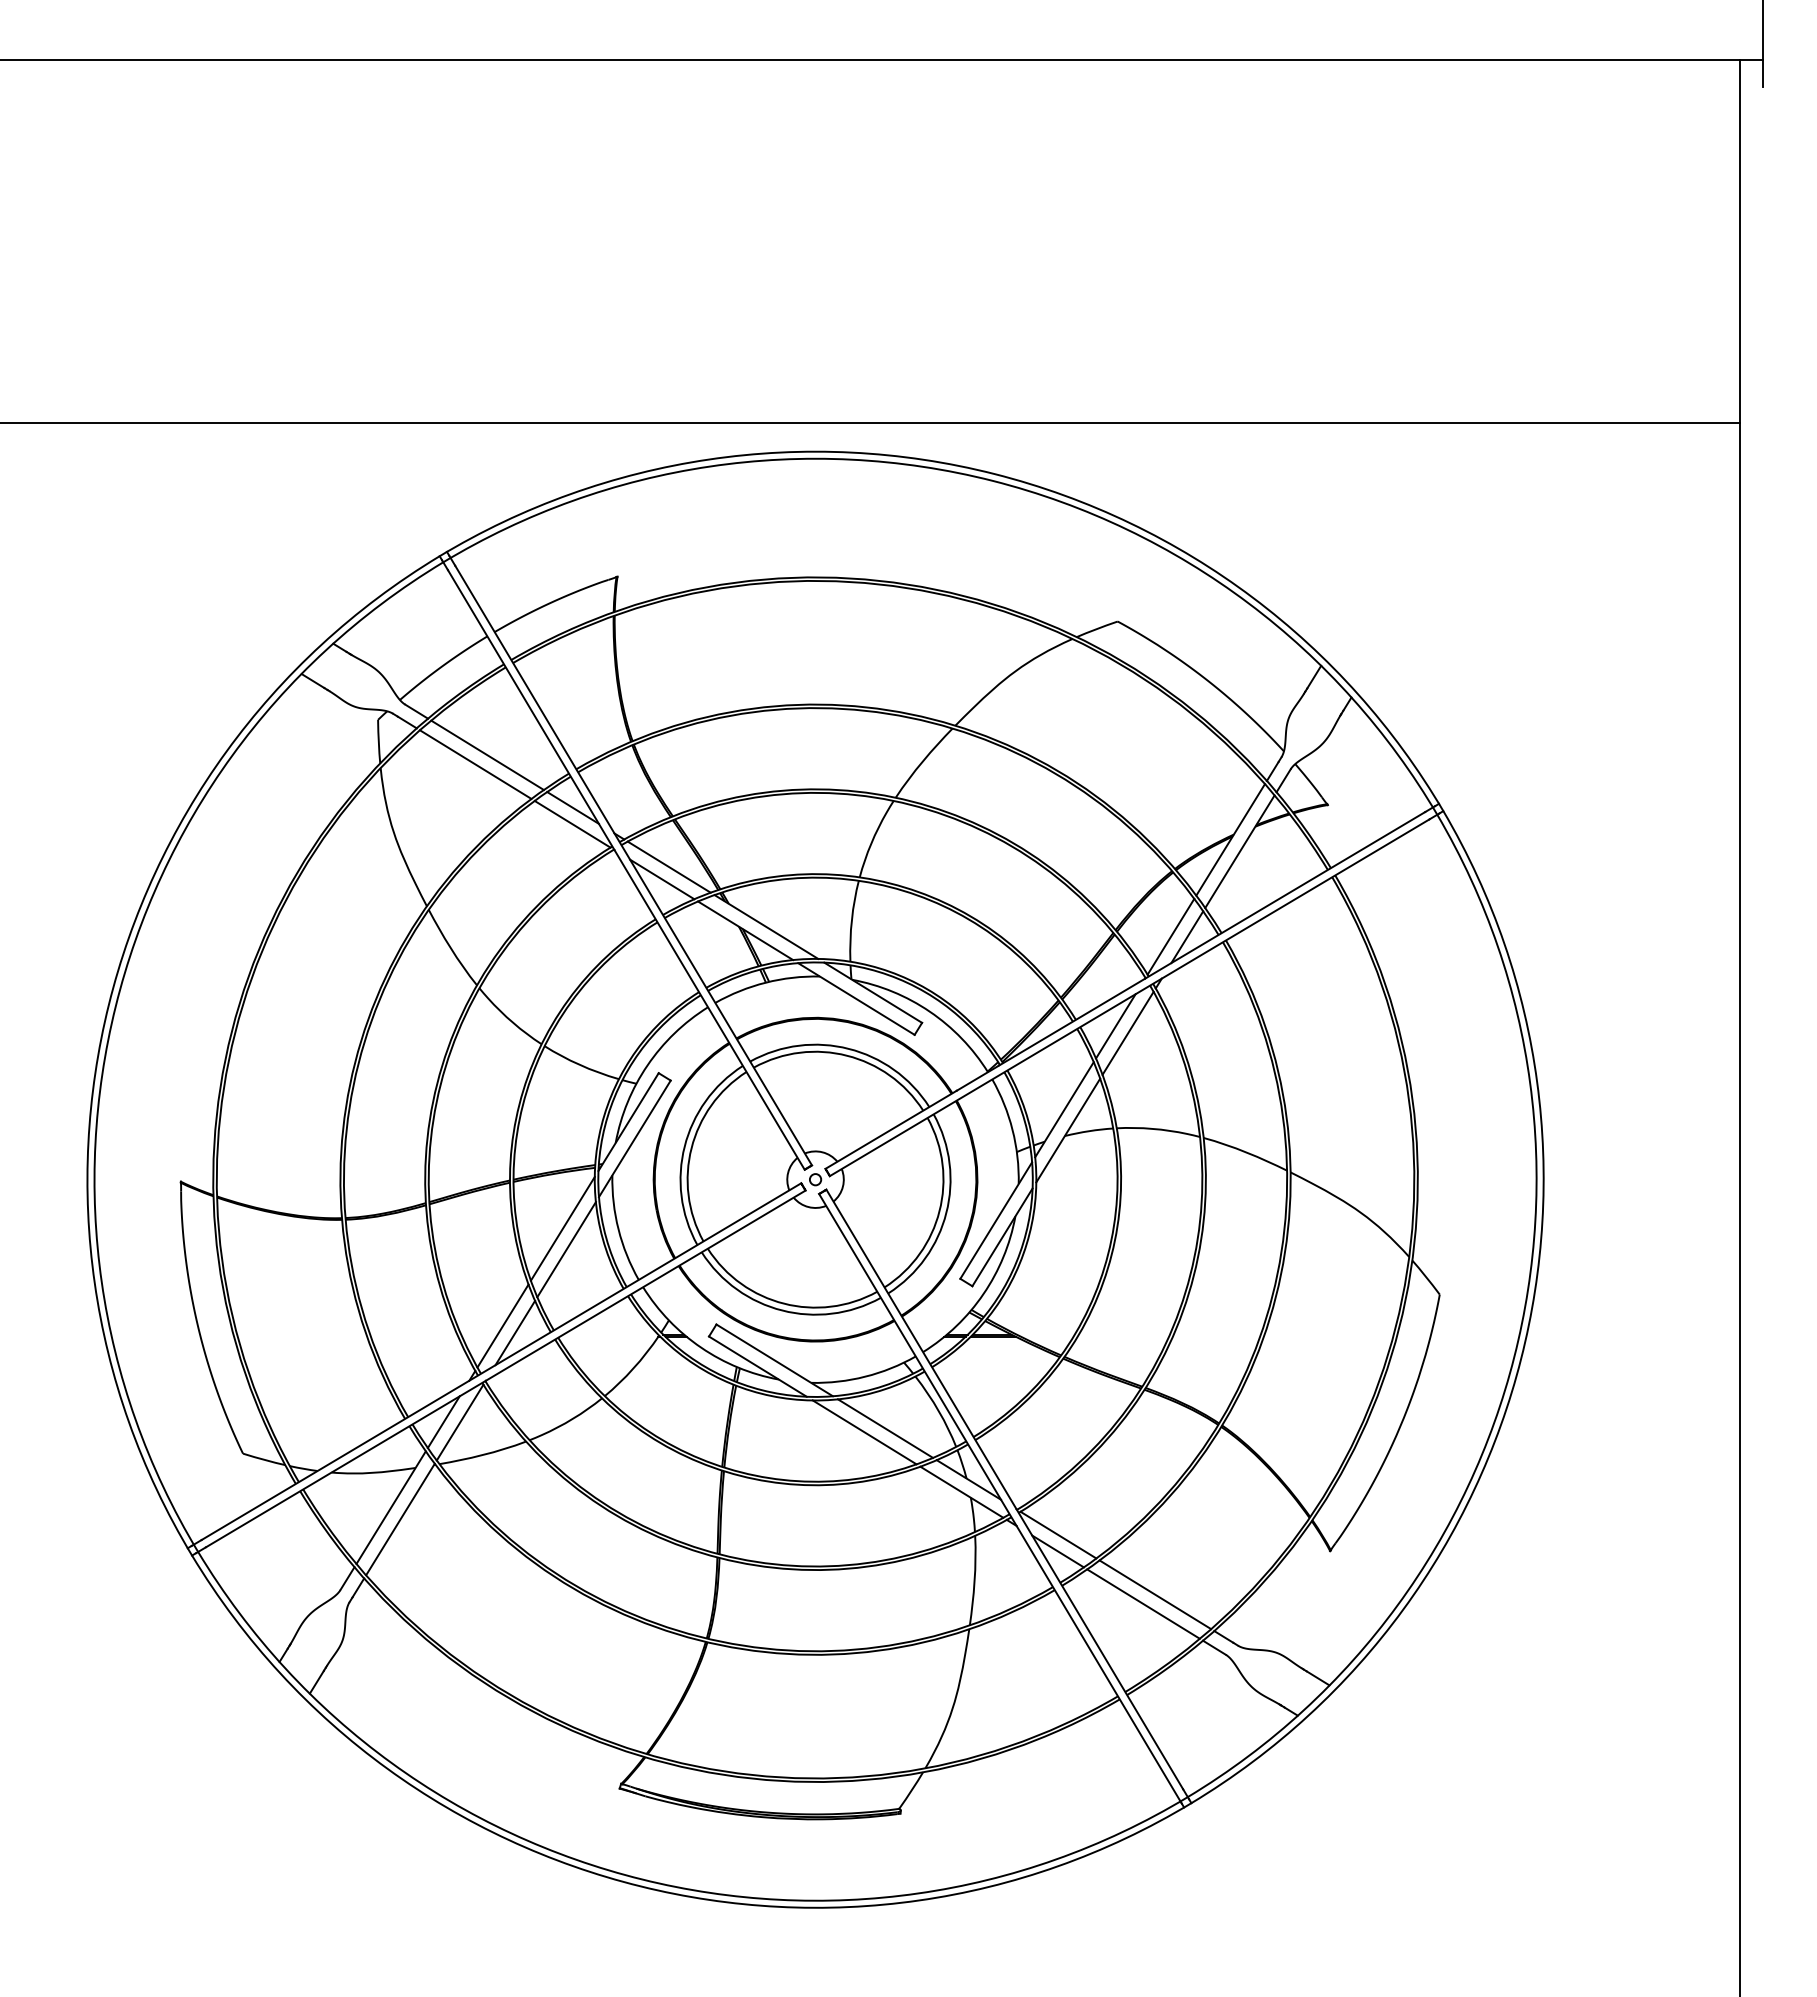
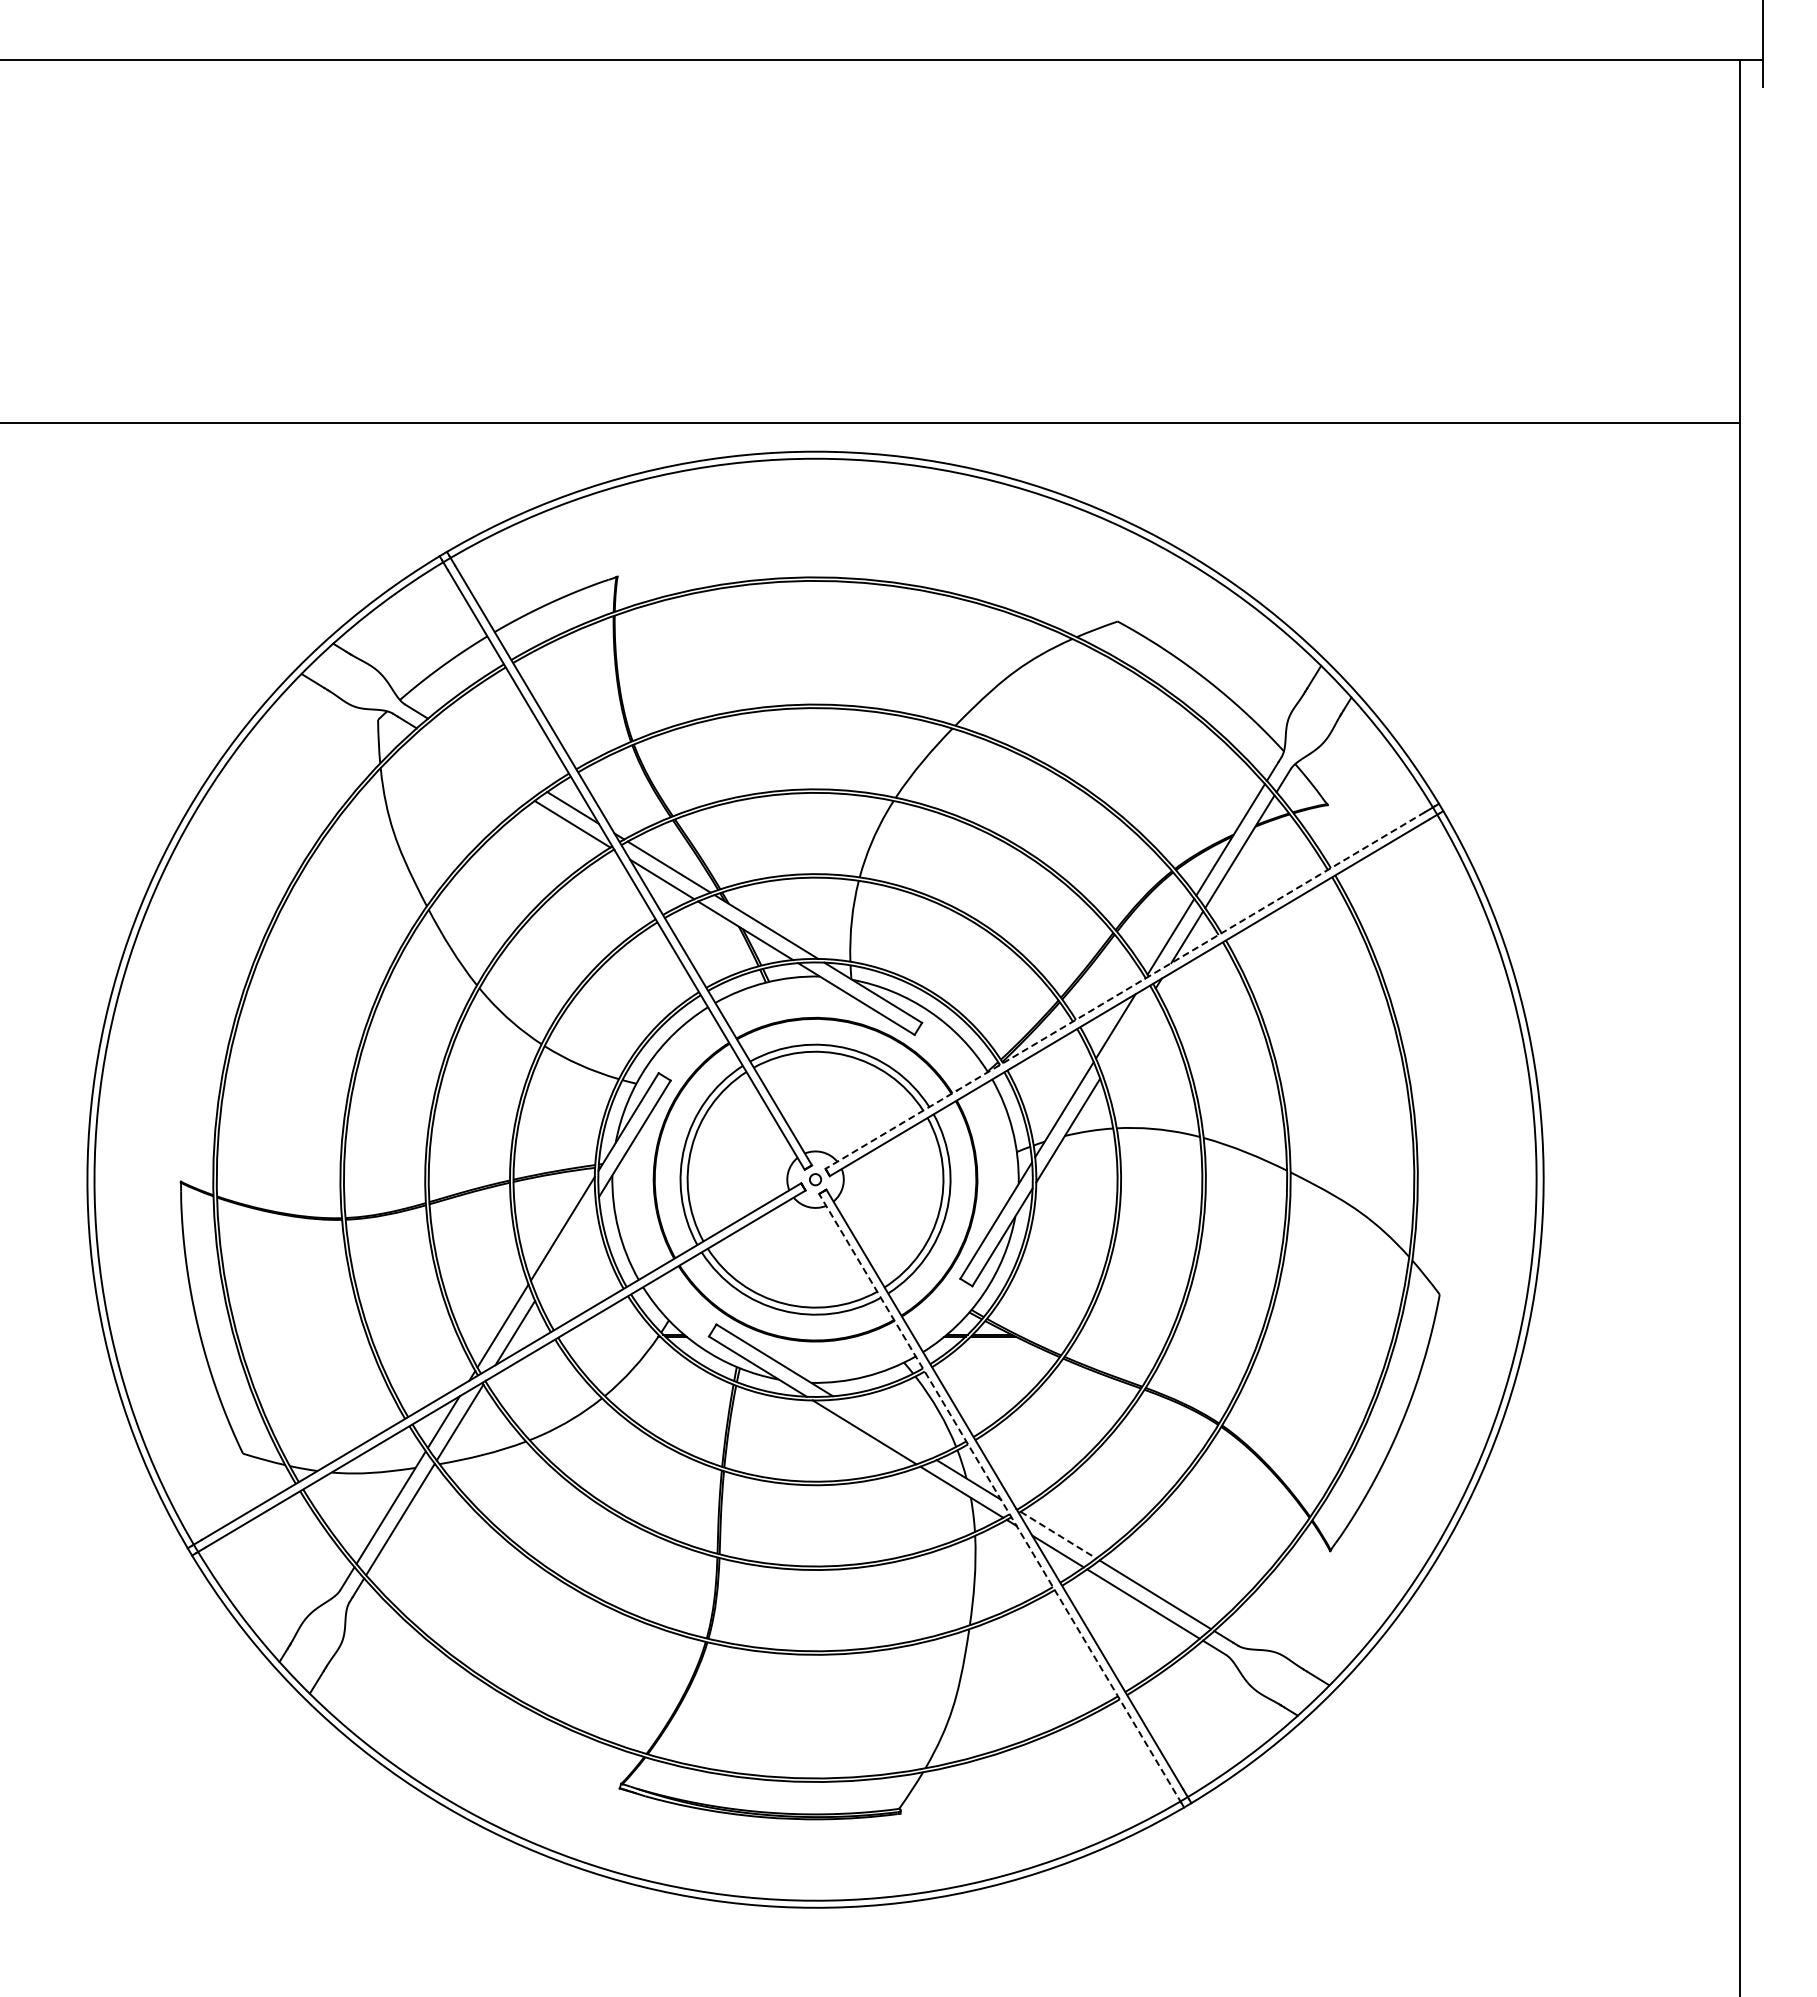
line at (487, 754): present -> none
line at (475, 764): present -> none
line at (1125, 990): solid -> dashed
line at (1127, 1032): present -> none
line at (566, 1249): present -> none
line at (885, 1428): present -> none
line at (1000, 1498): solid -> dashed
line at (1058, 1535): solid -> dashed
